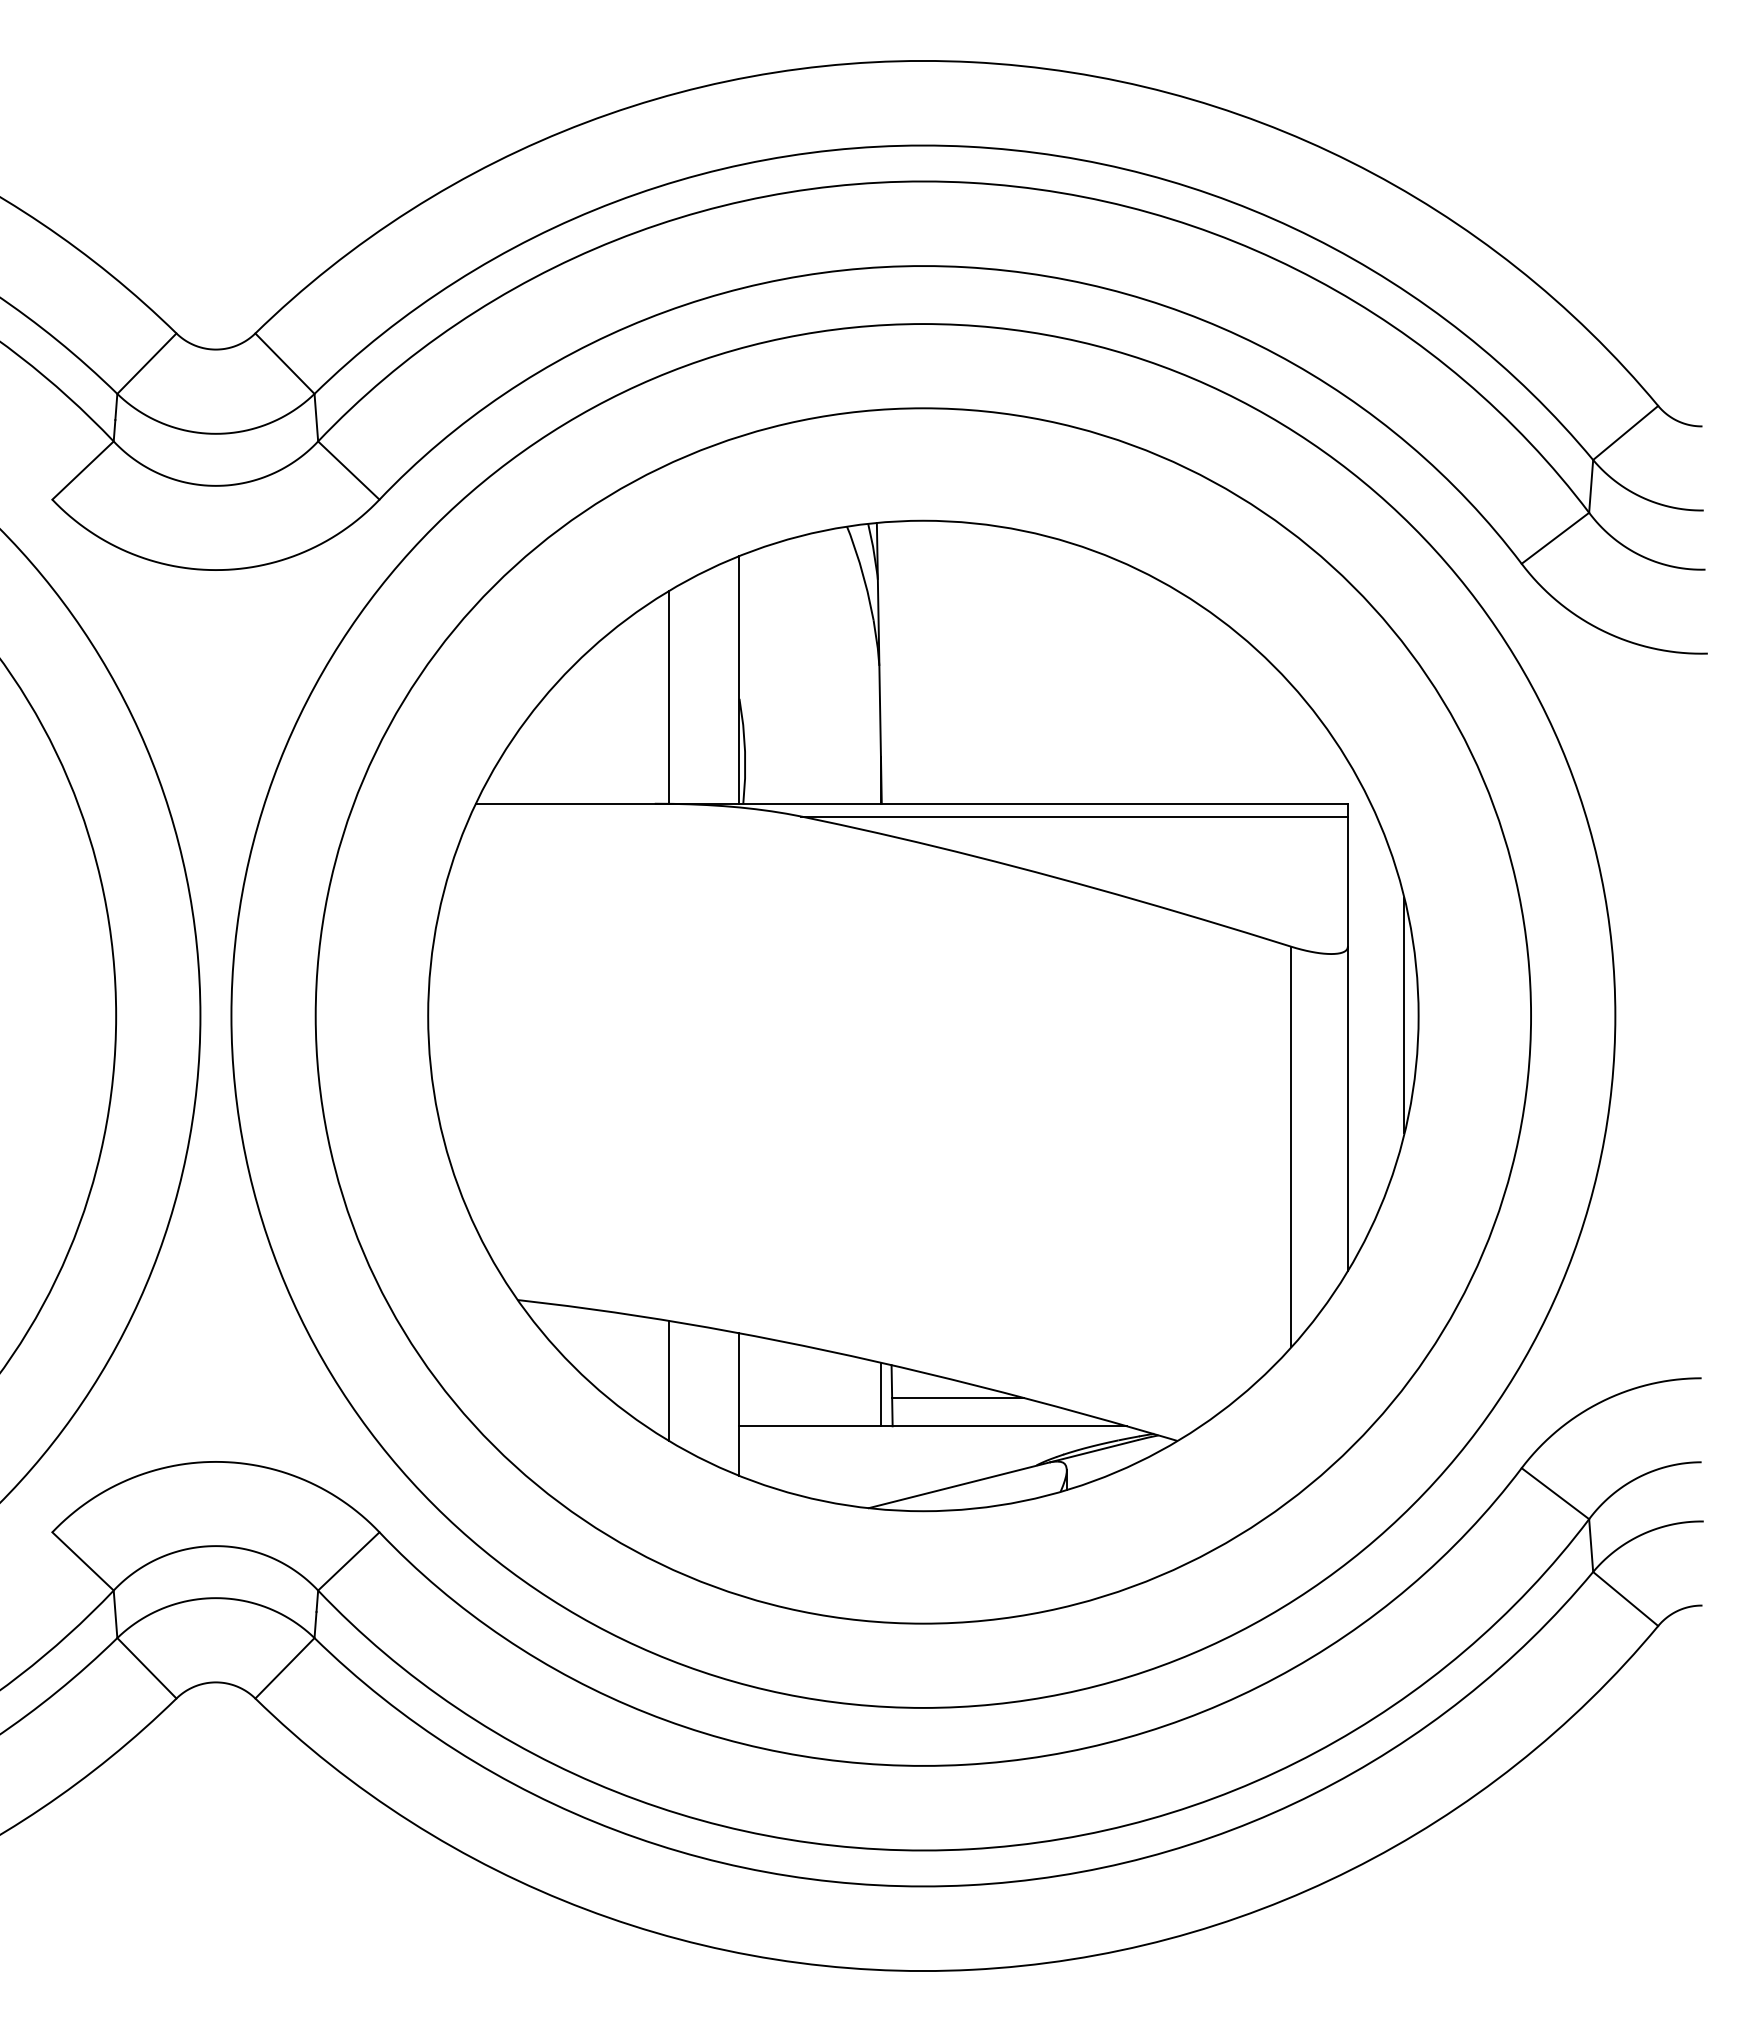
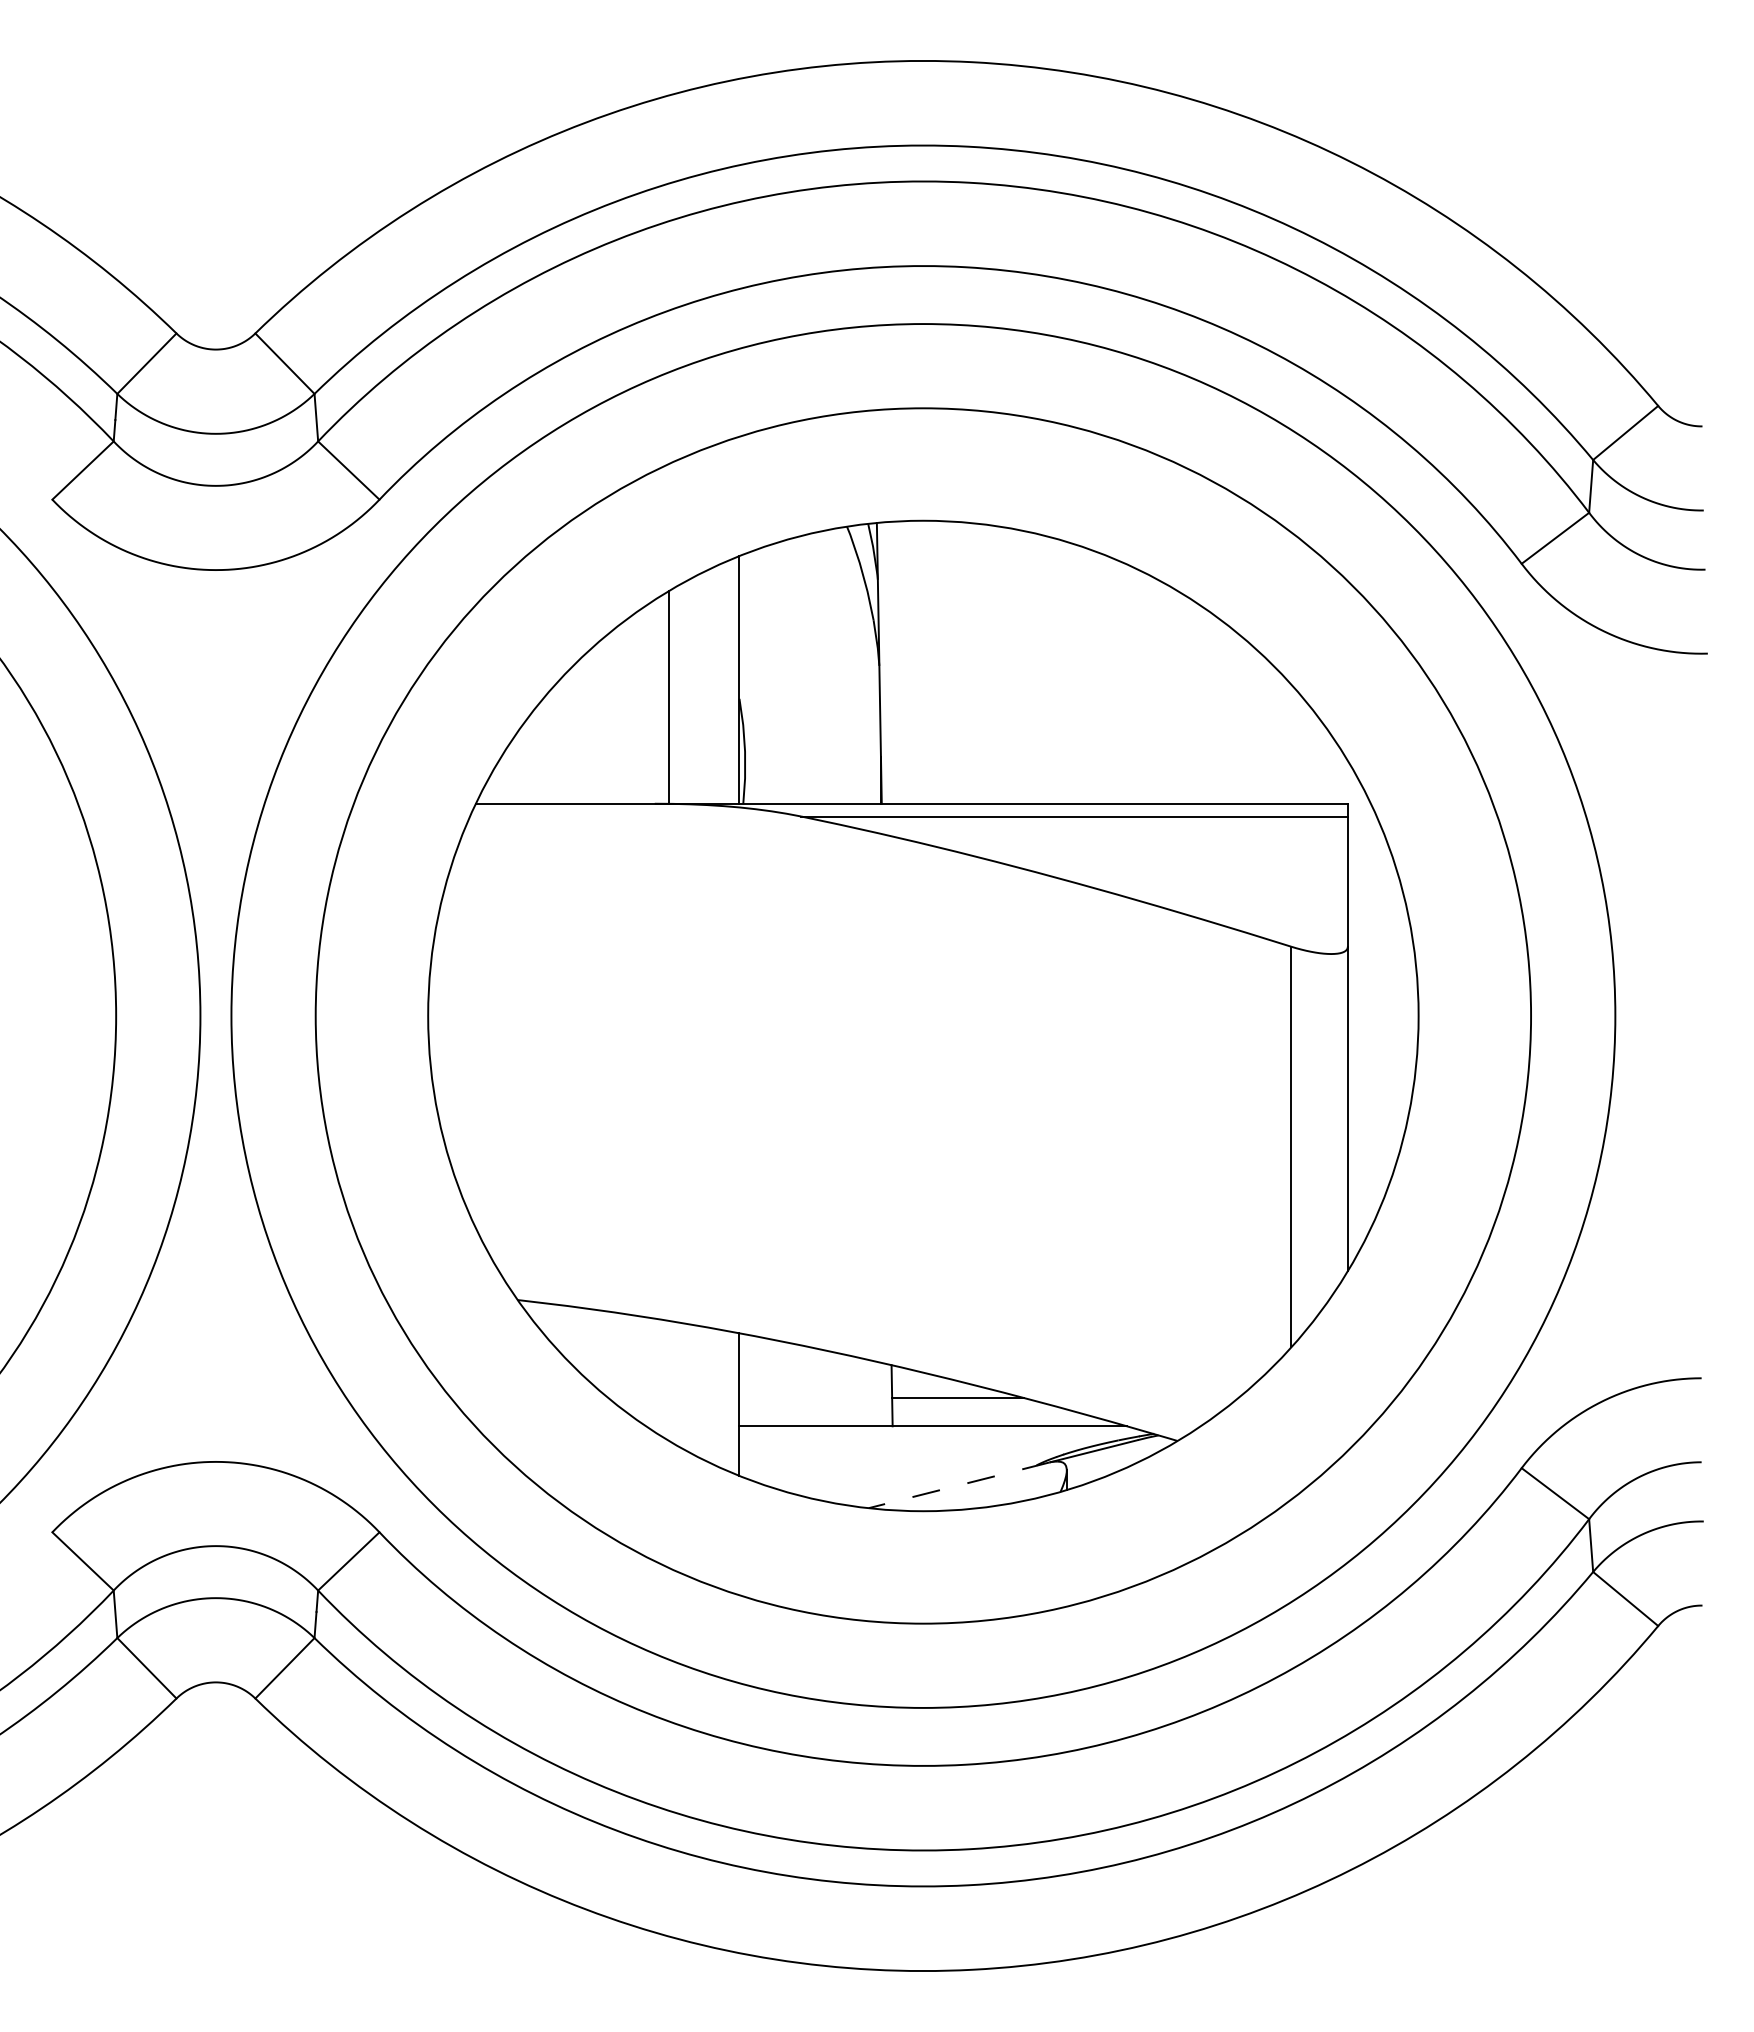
line at (1404, 1015): present -> none
line at (668, 1380): present -> none
line at (880, 1394): present -> none
line at (958, 1485): solid -> dashed
